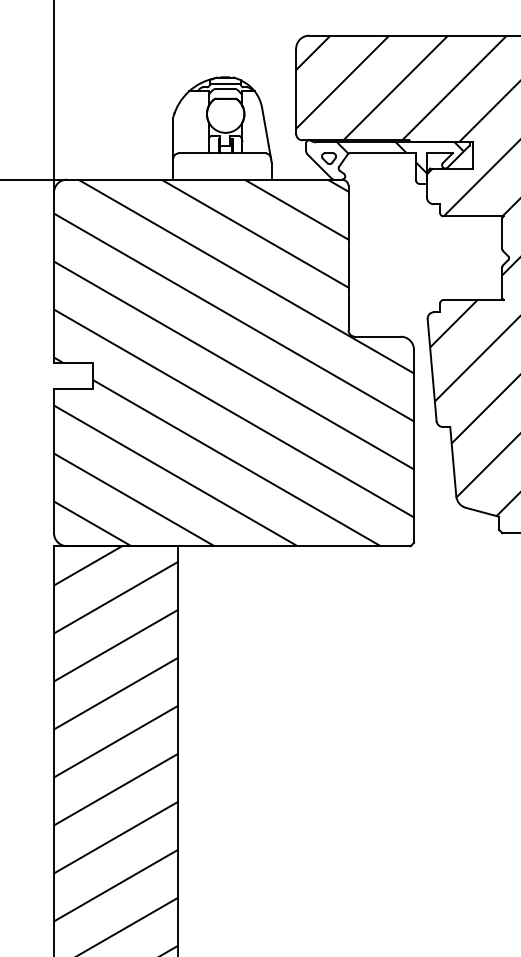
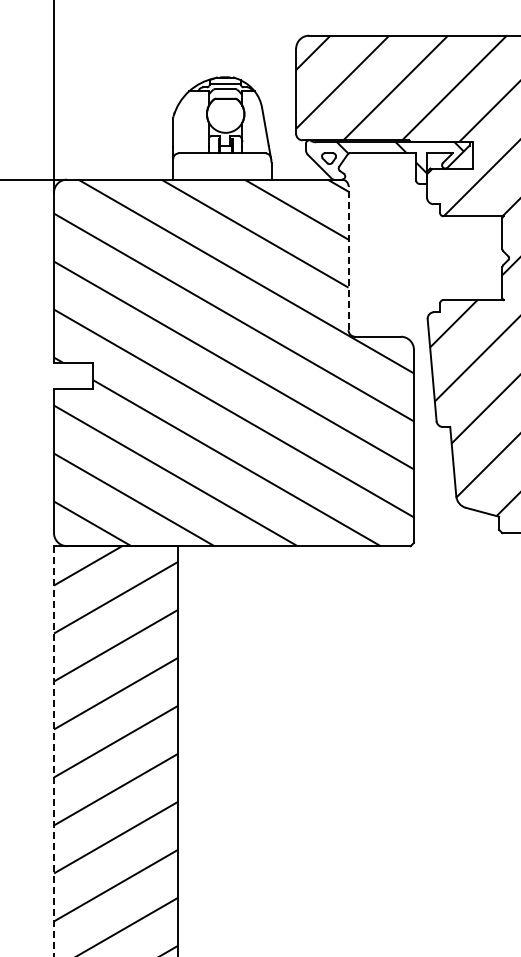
line at (348, 258): solid -> dashed
line at (54, 751): solid -> dashed
